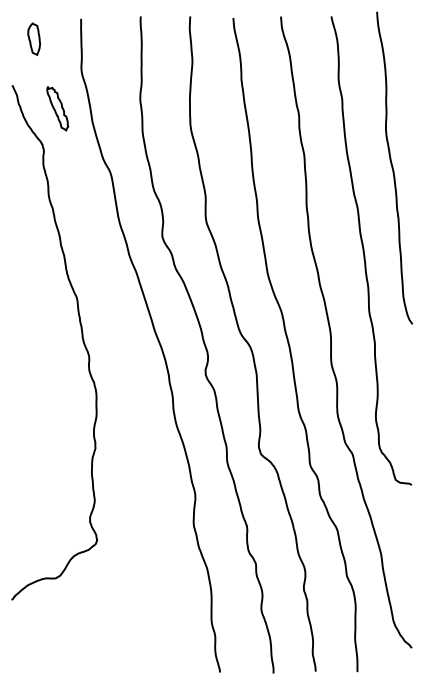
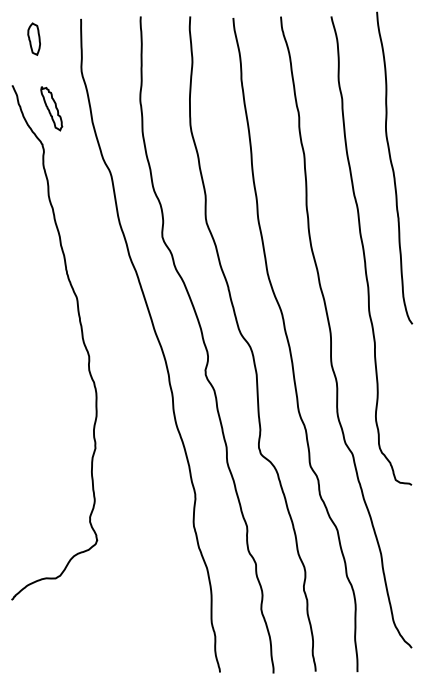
part at (57, 108) position: (57, 108) -> (51, 108)
